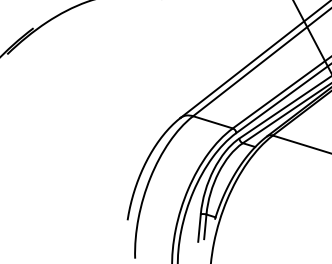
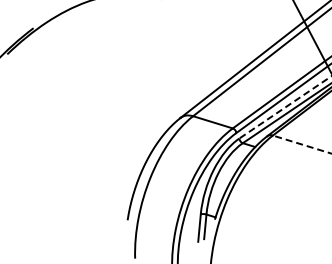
line at (285, 107): solid -> dashed
line at (302, 144): solid -> dashed
